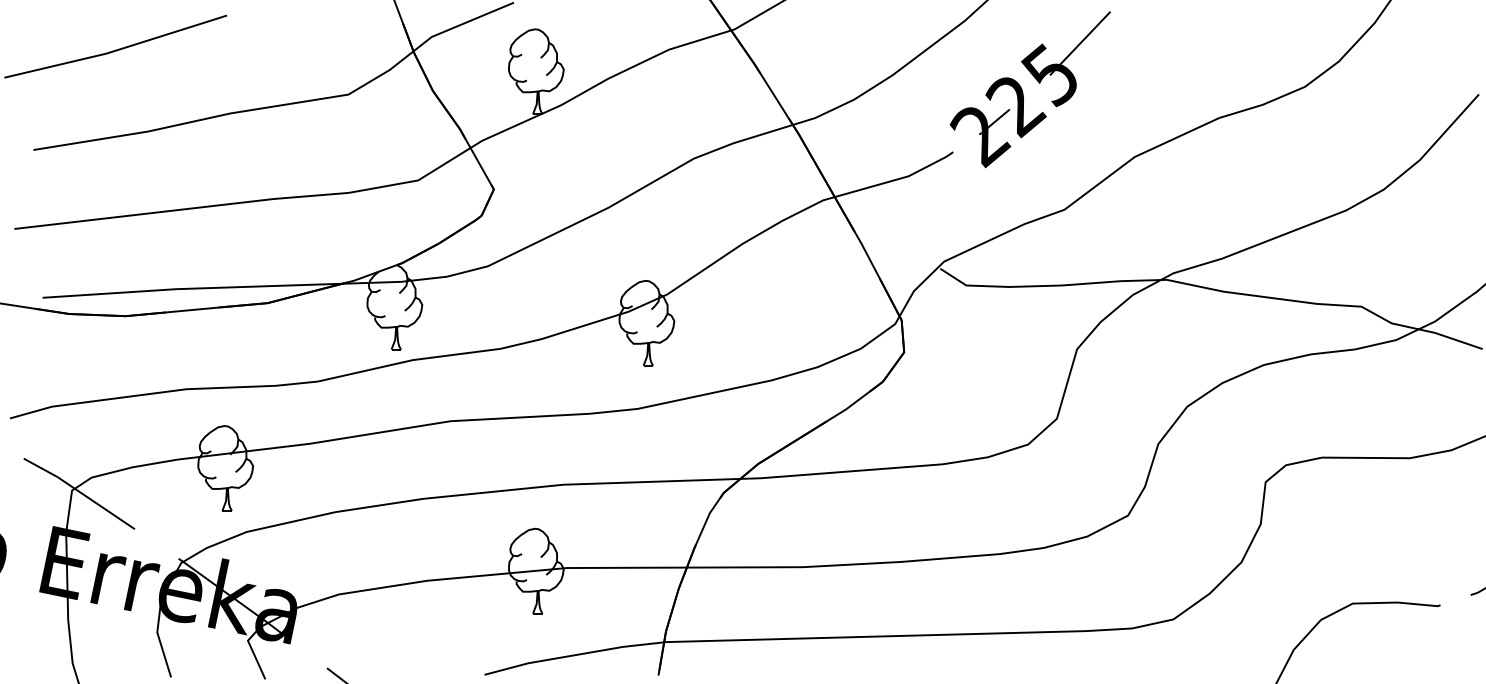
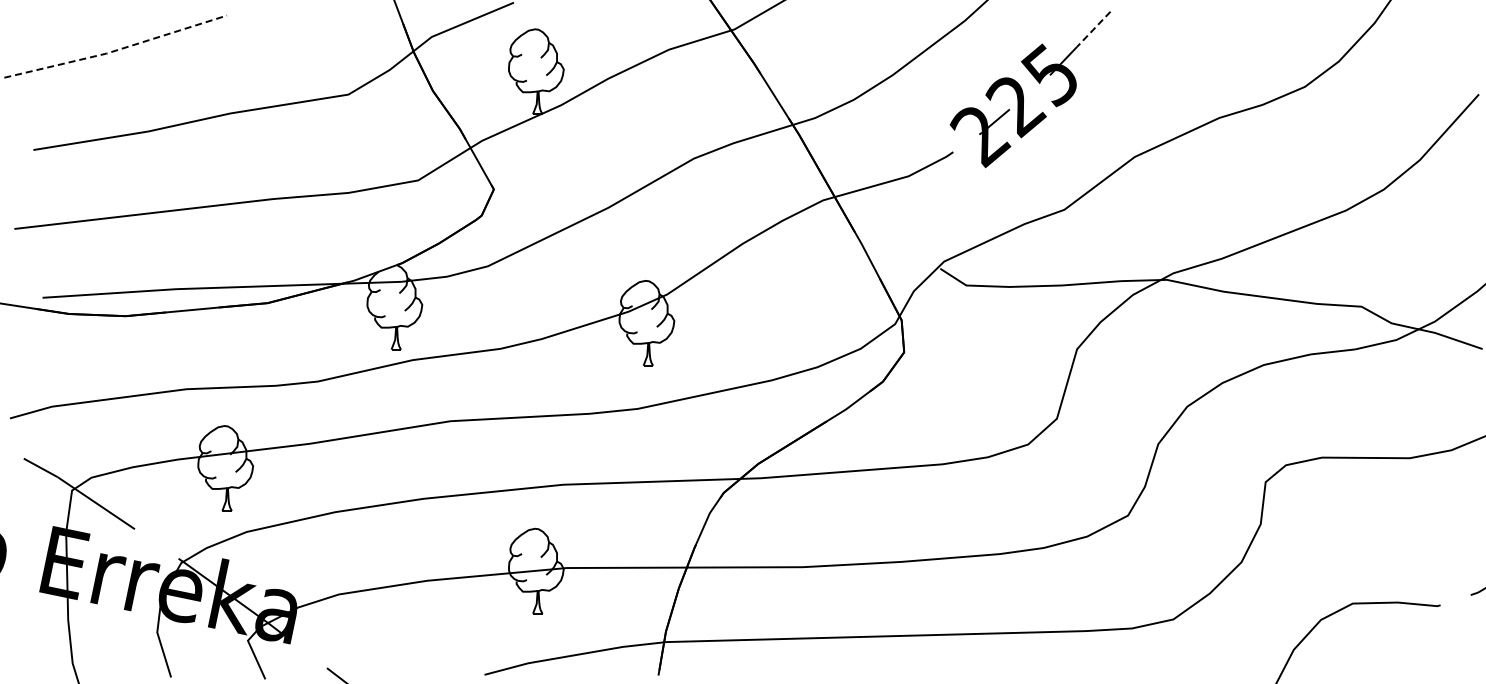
line at (1093, 29): solid -> dashed
line at (116, 50): solid -> dashed
